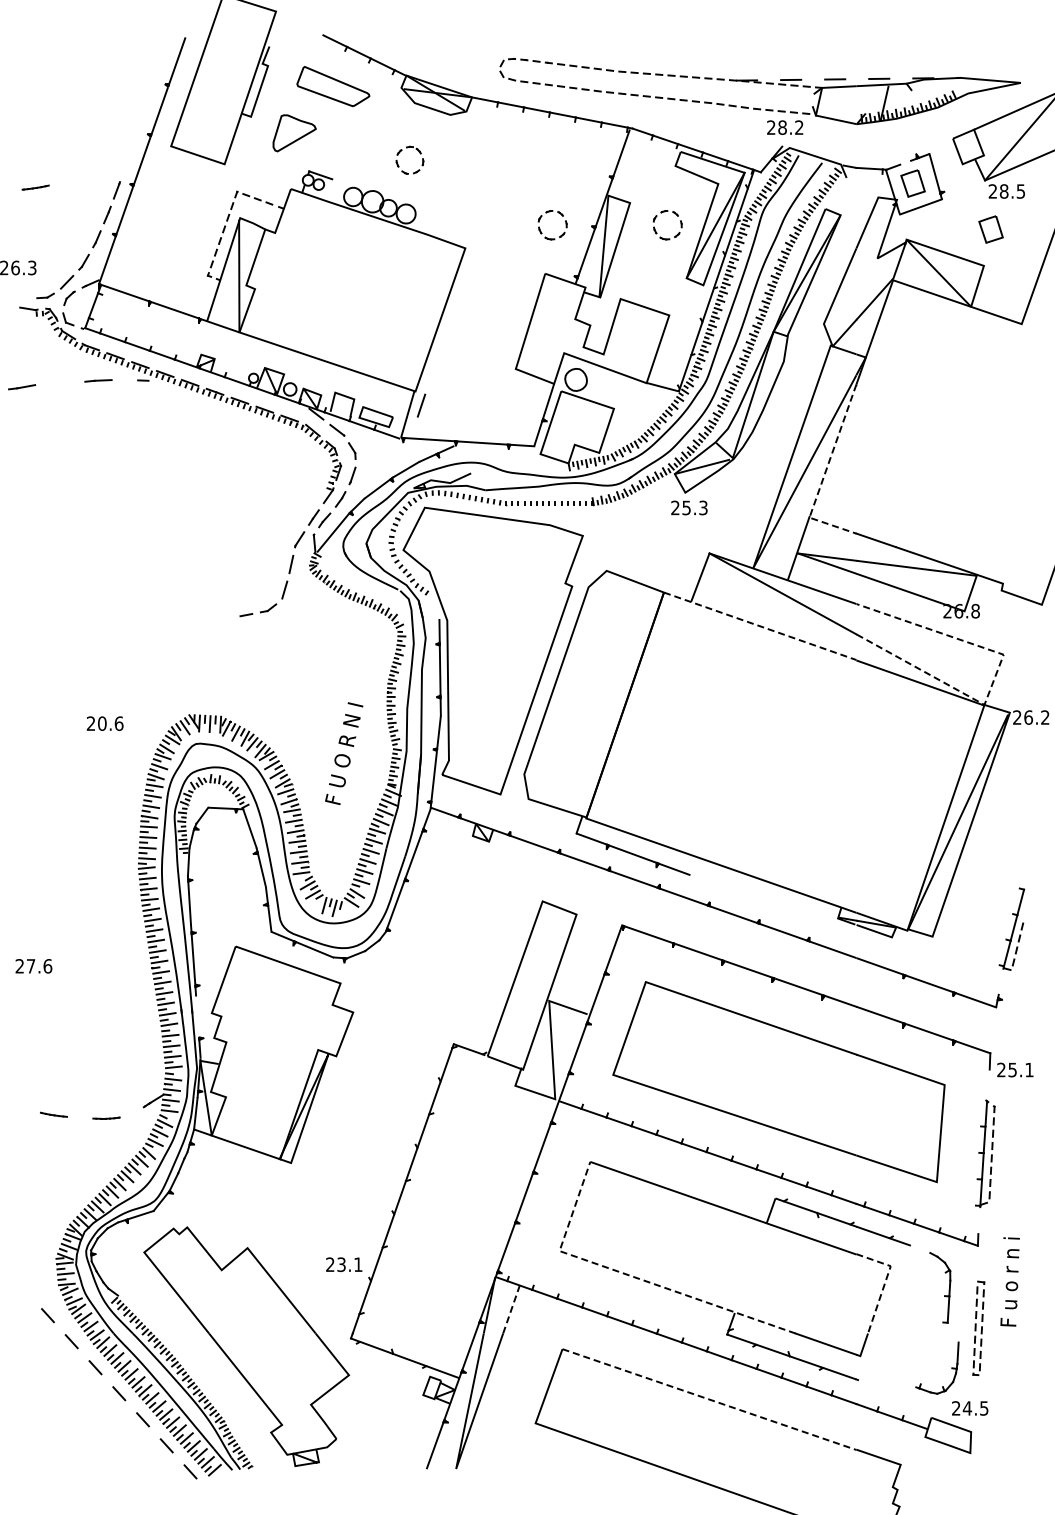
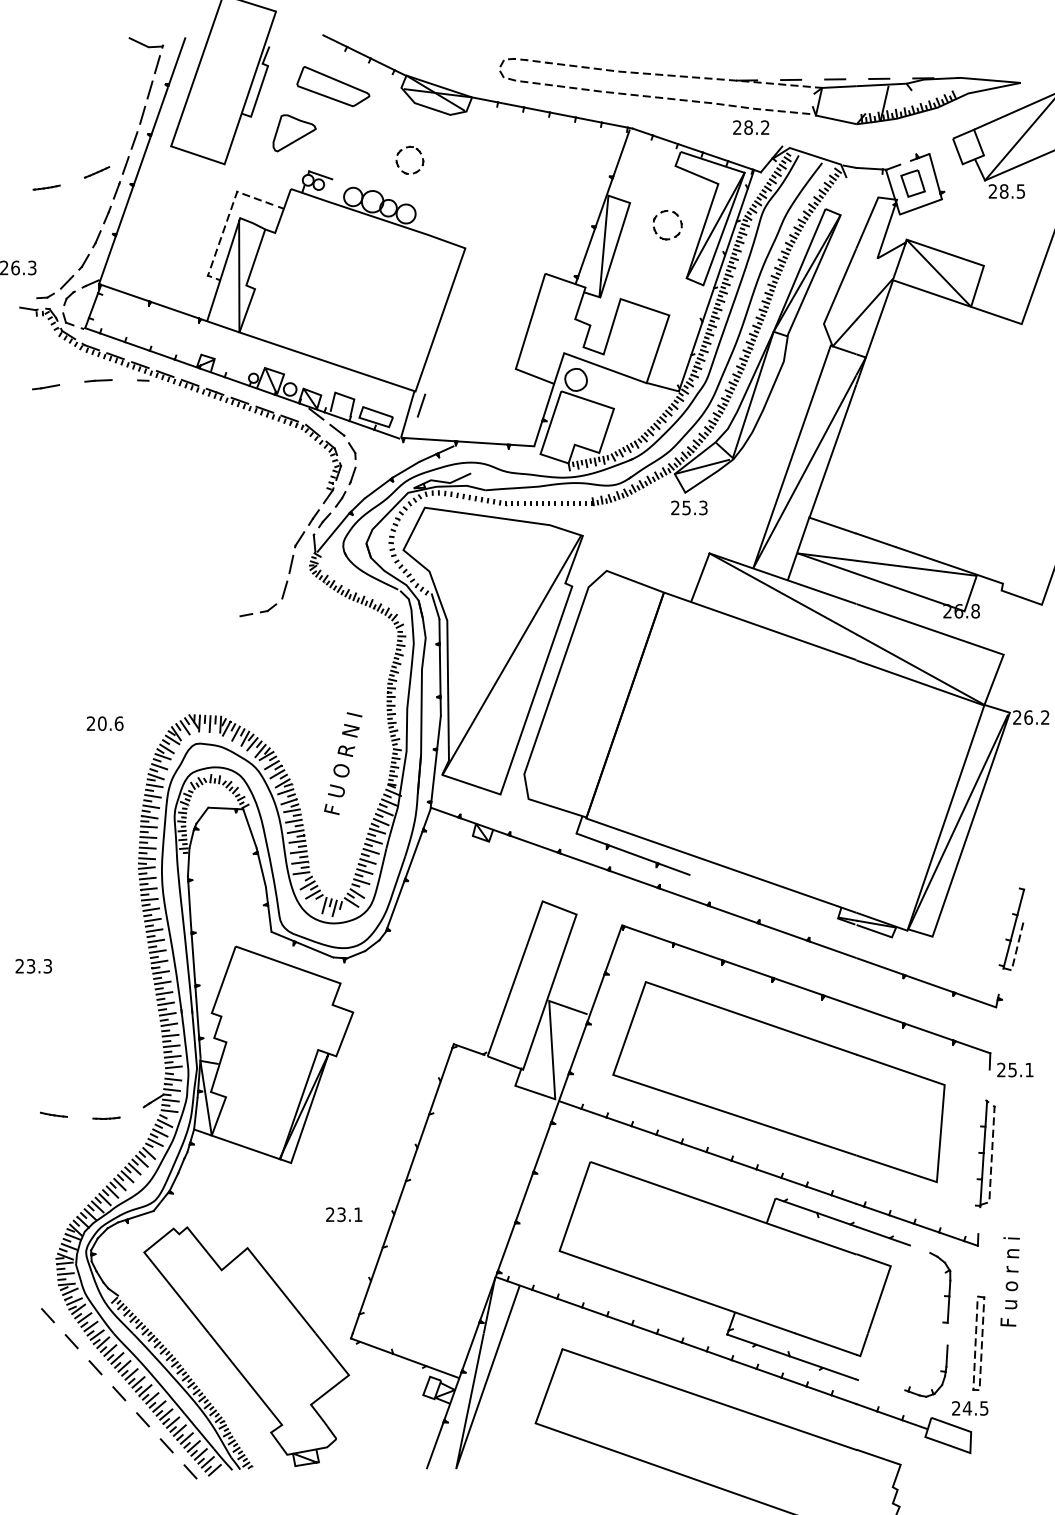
part at (142, 105): none -> present
text at (785, 127) position: (785, 127) -> (751, 127)
line at (96, 172): none -> present
line at (35, 187) position: (35, 187) -> (46, 187)
part at (990, 229): present -> none
part at (542, 232): present -> none
line at (22, 387) position: (22, 387) -> (46, 387)
line at (824, 474): dashed -> solid
line at (435, 606): none -> present
line at (759, 626): dashed -> solid
line at (511, 655): none -> present
line at (995, 675): dashed -> solid
text at (344, 753) position: (344, 753) -> (343, 763)
text at (39, 966): 27.6 -> 23.3
line at (197, 1016): none -> present
text at (344, 1264) position: (344, 1264) -> (344, 1214)
line at (632, 1276): dashed -> solid
line at (885, 1282): dashed -> solid
line at (511, 1309): dashed -> solid
part at (978, 1327) position: (978, 1327) -> (978, 1342)
part at (951, 1367) position: (951, 1367) -> (940, 1370)
line at (709, 1399): dashed -> solid
